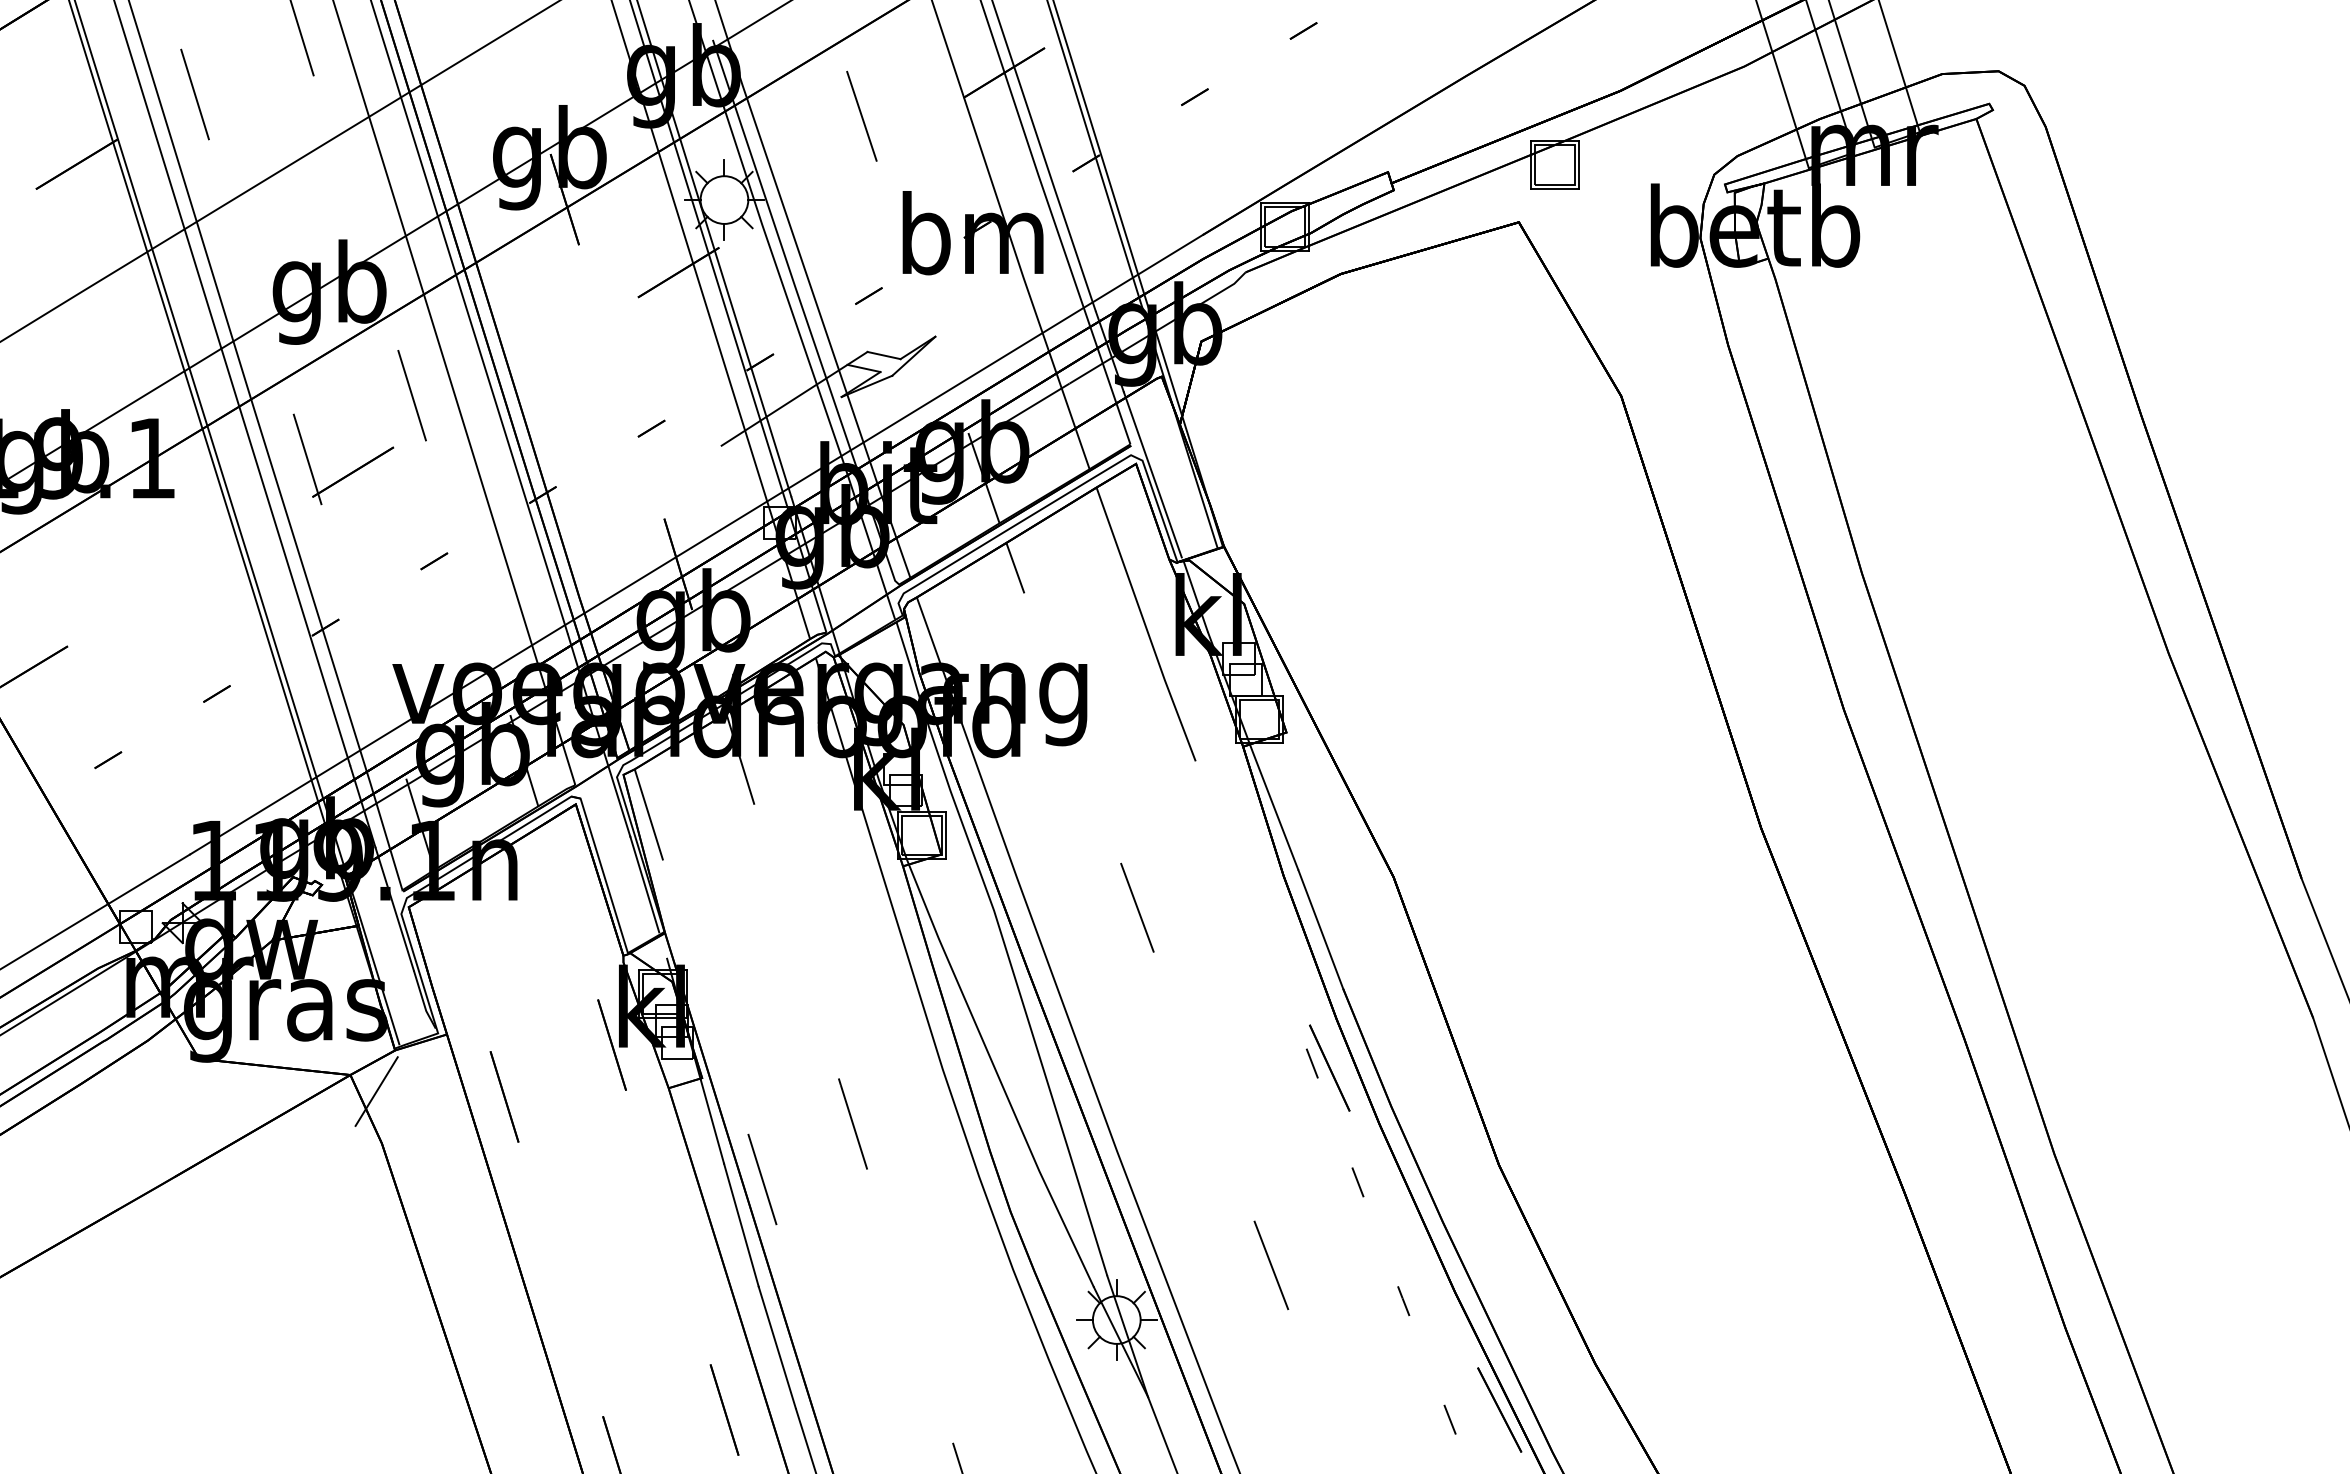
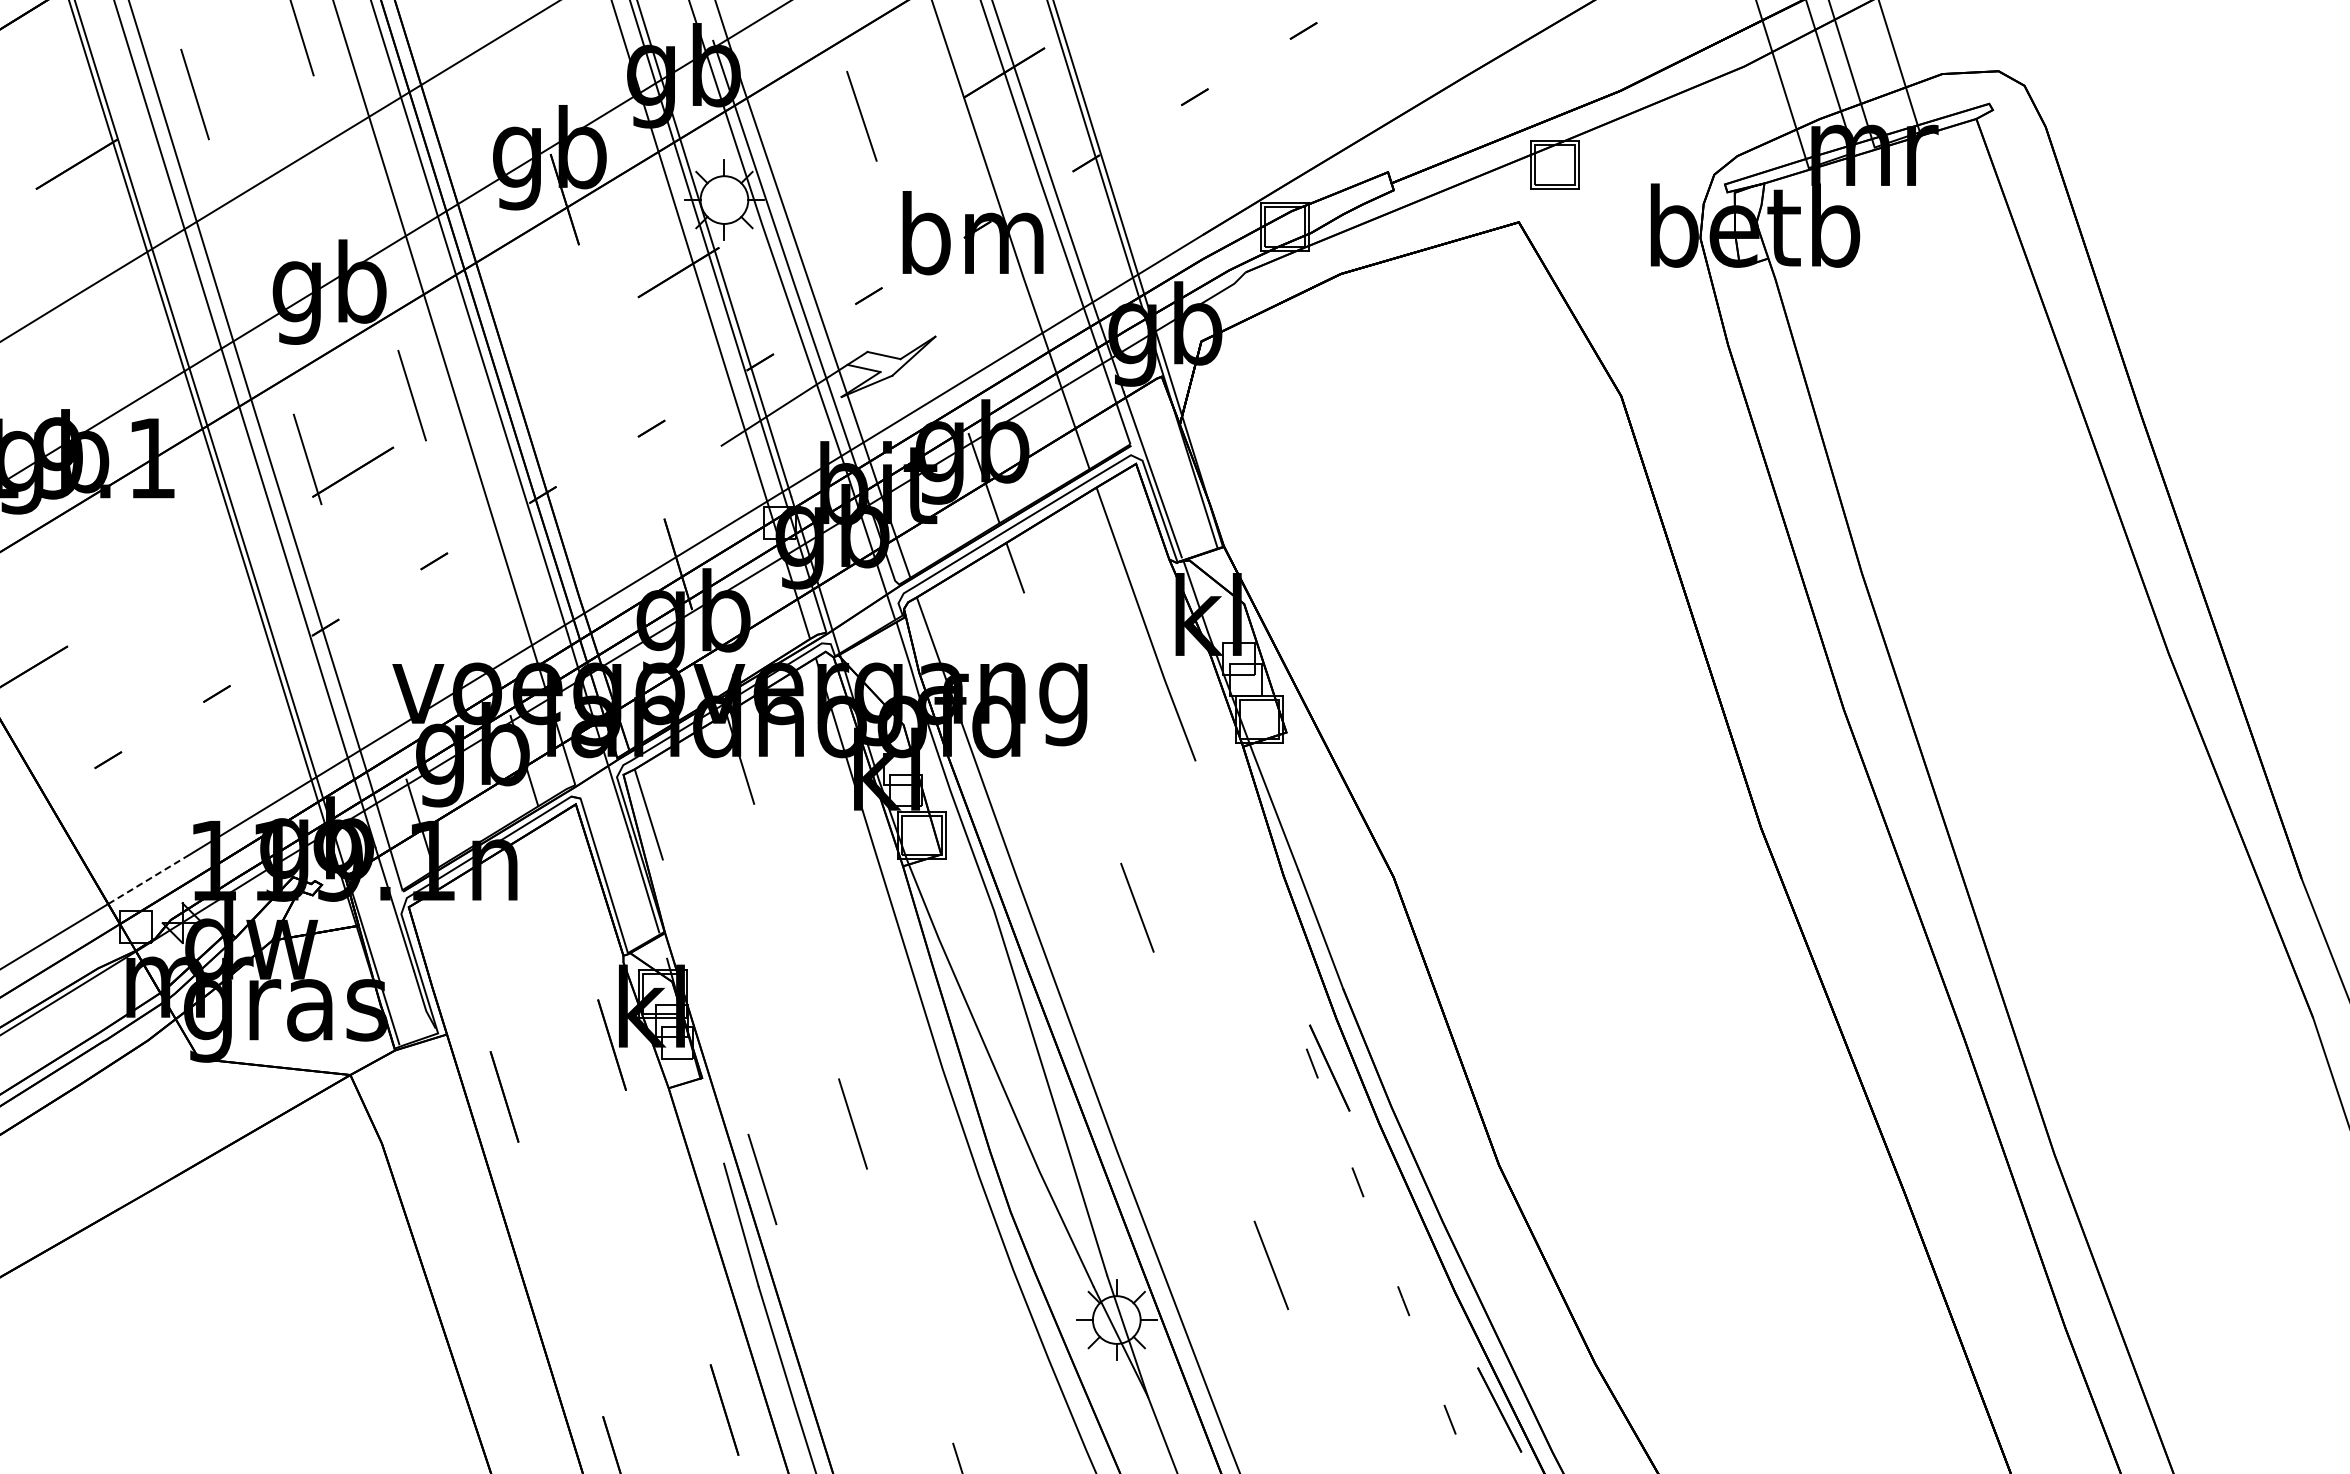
line at (149, 879): solid -> dashed
line at (376, 1091): present -> none
line at (712, 1121): present -> none
